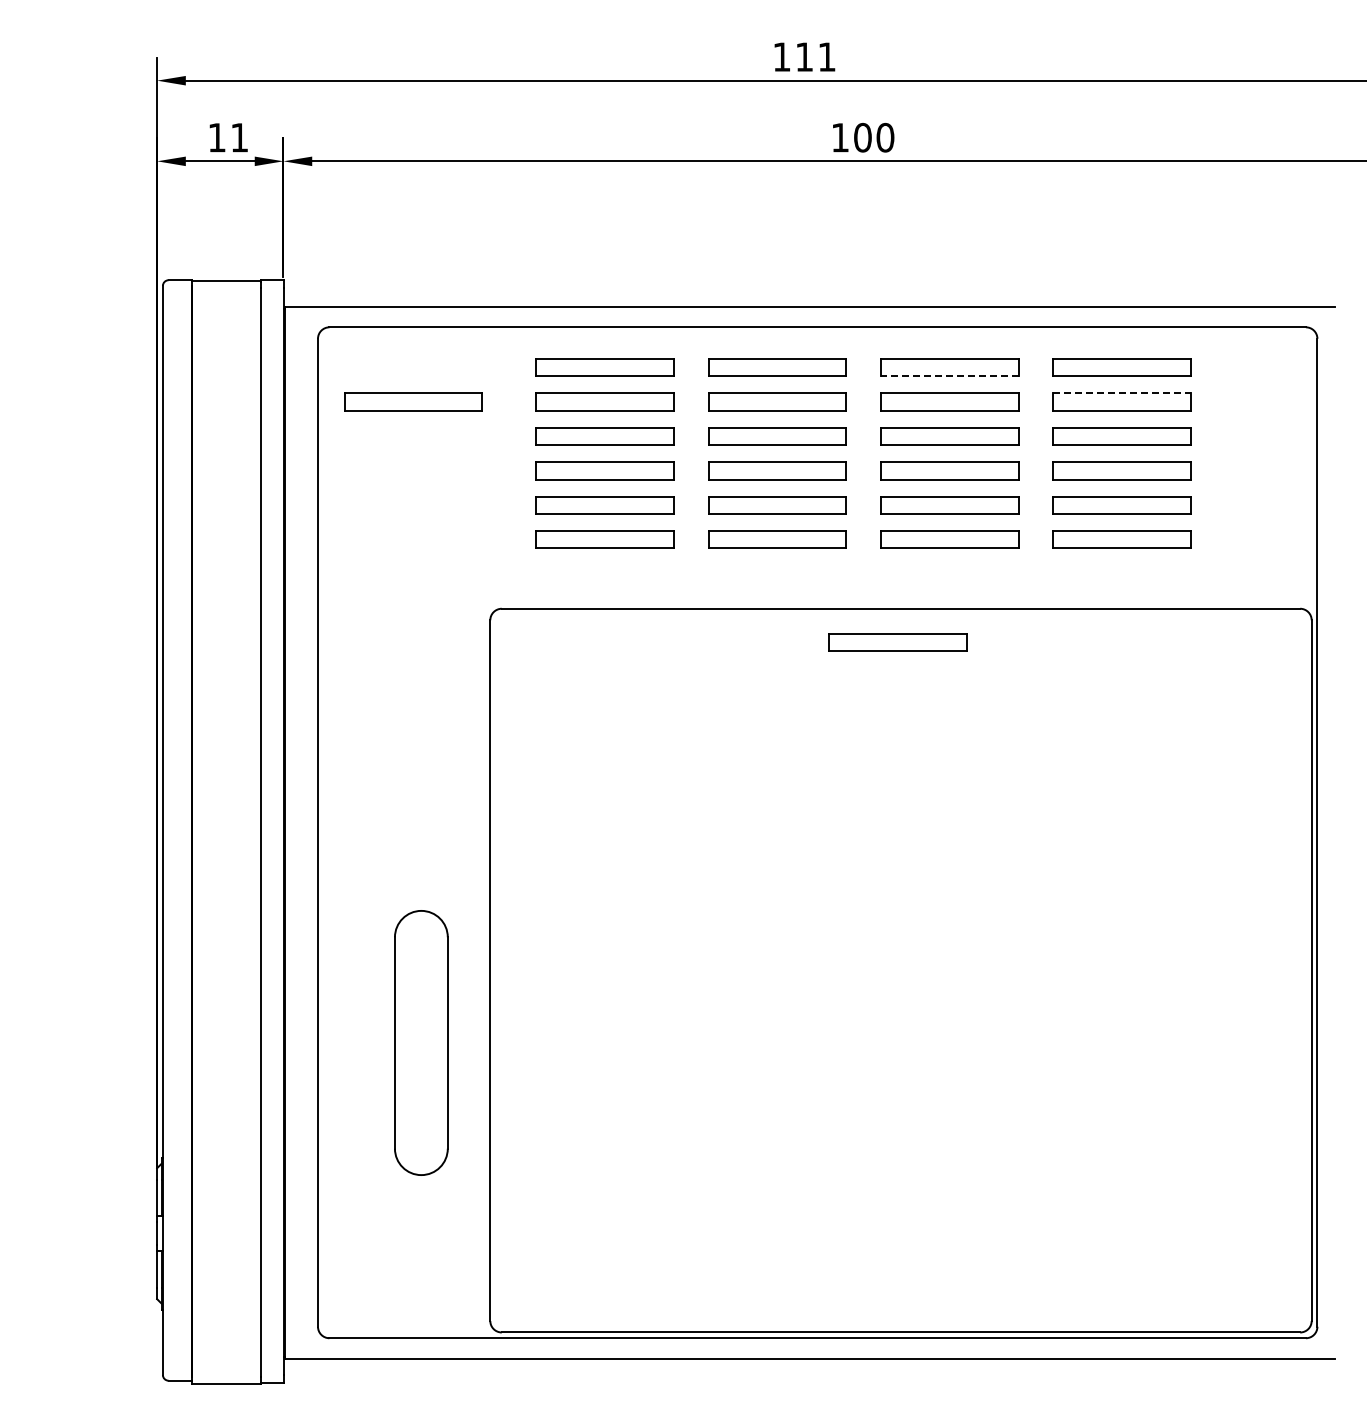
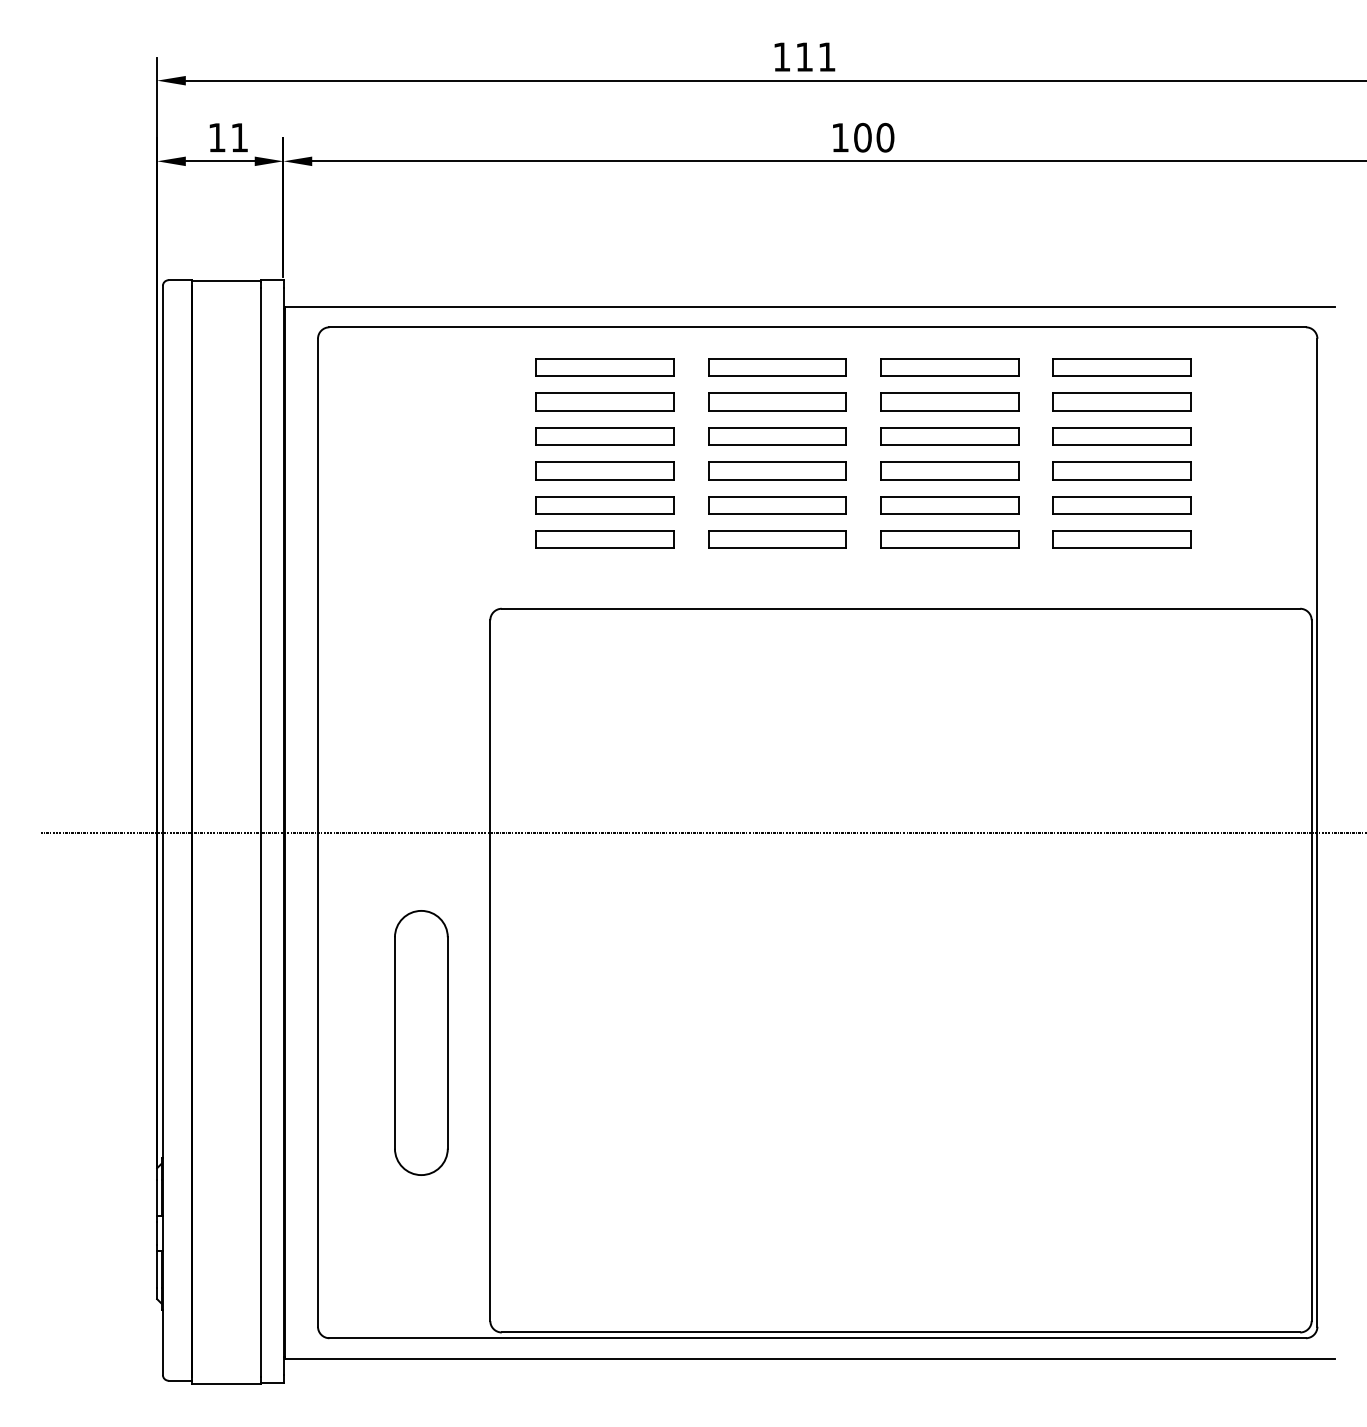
line at (949, 376): dashed -> solid
line at (1122, 393): dashed -> solid
part at (413, 401): present -> none
part at (897, 642): present -> none
line at (701, 832): none -> present
